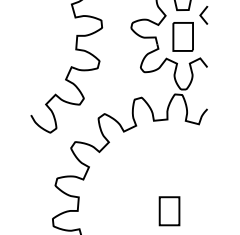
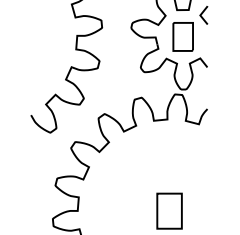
part at (169, 211) size: 23x31 px -> 27x38 px
